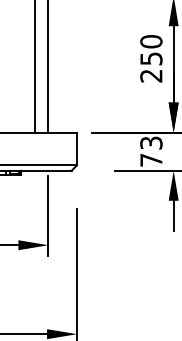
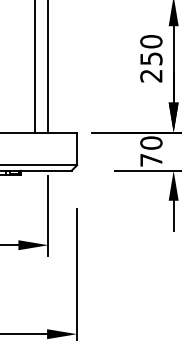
text at (151, 142): 73 -> 70
